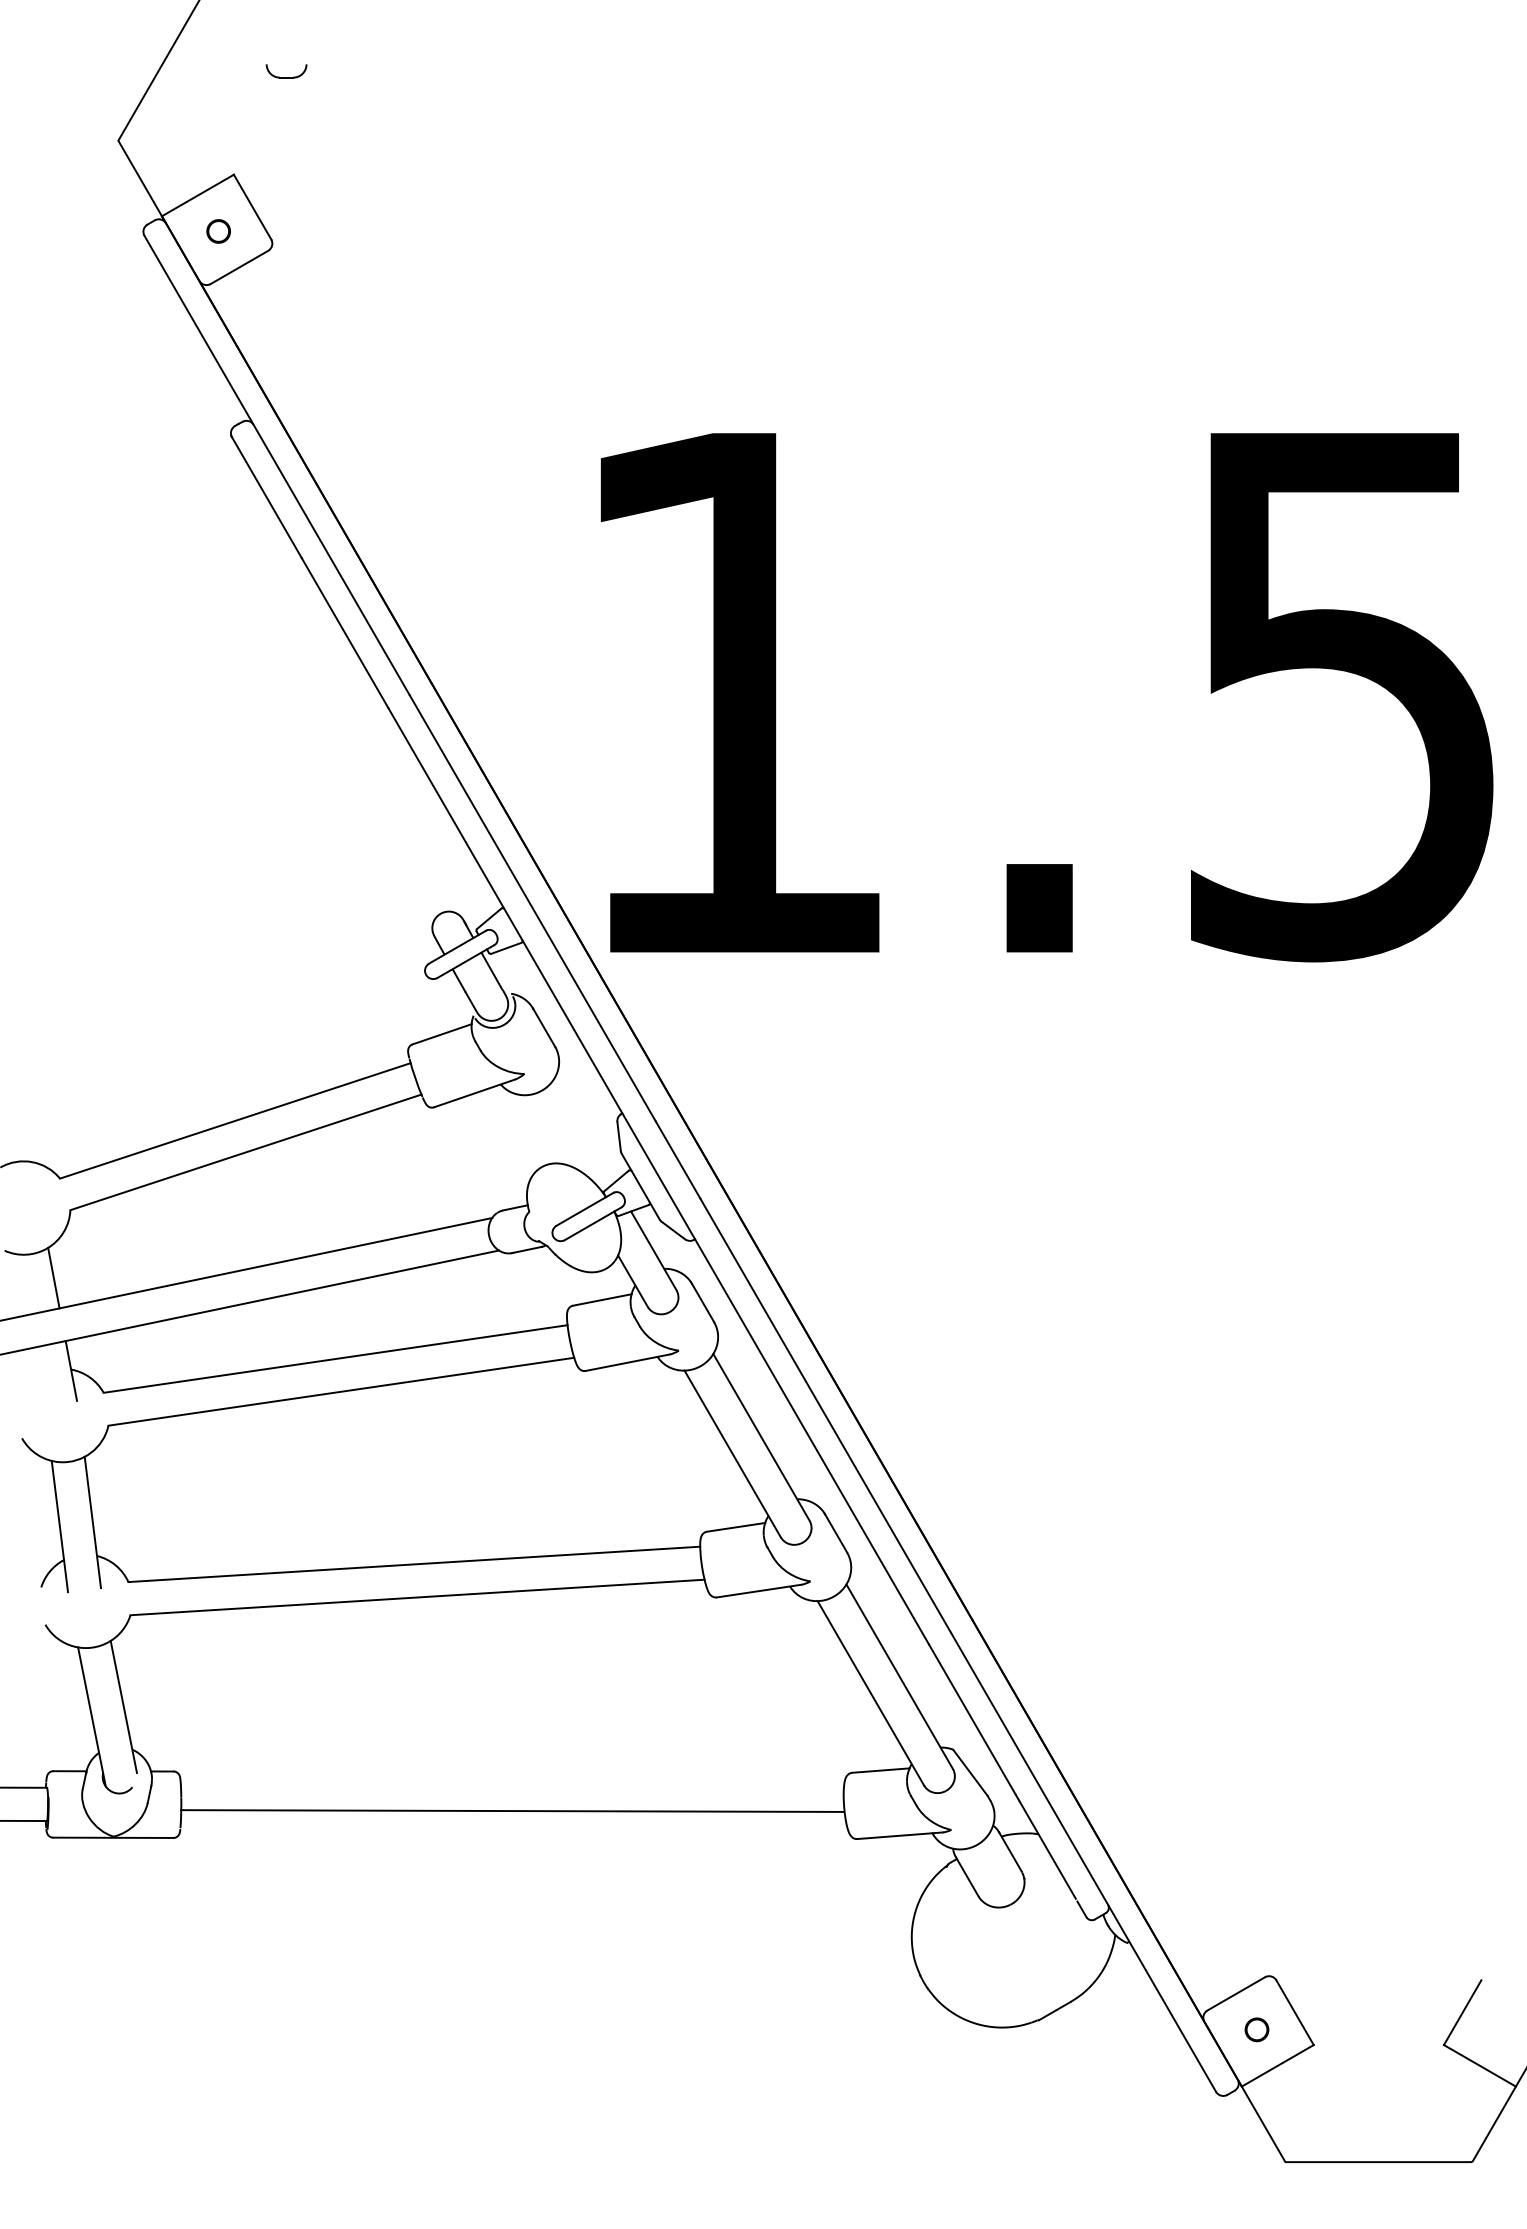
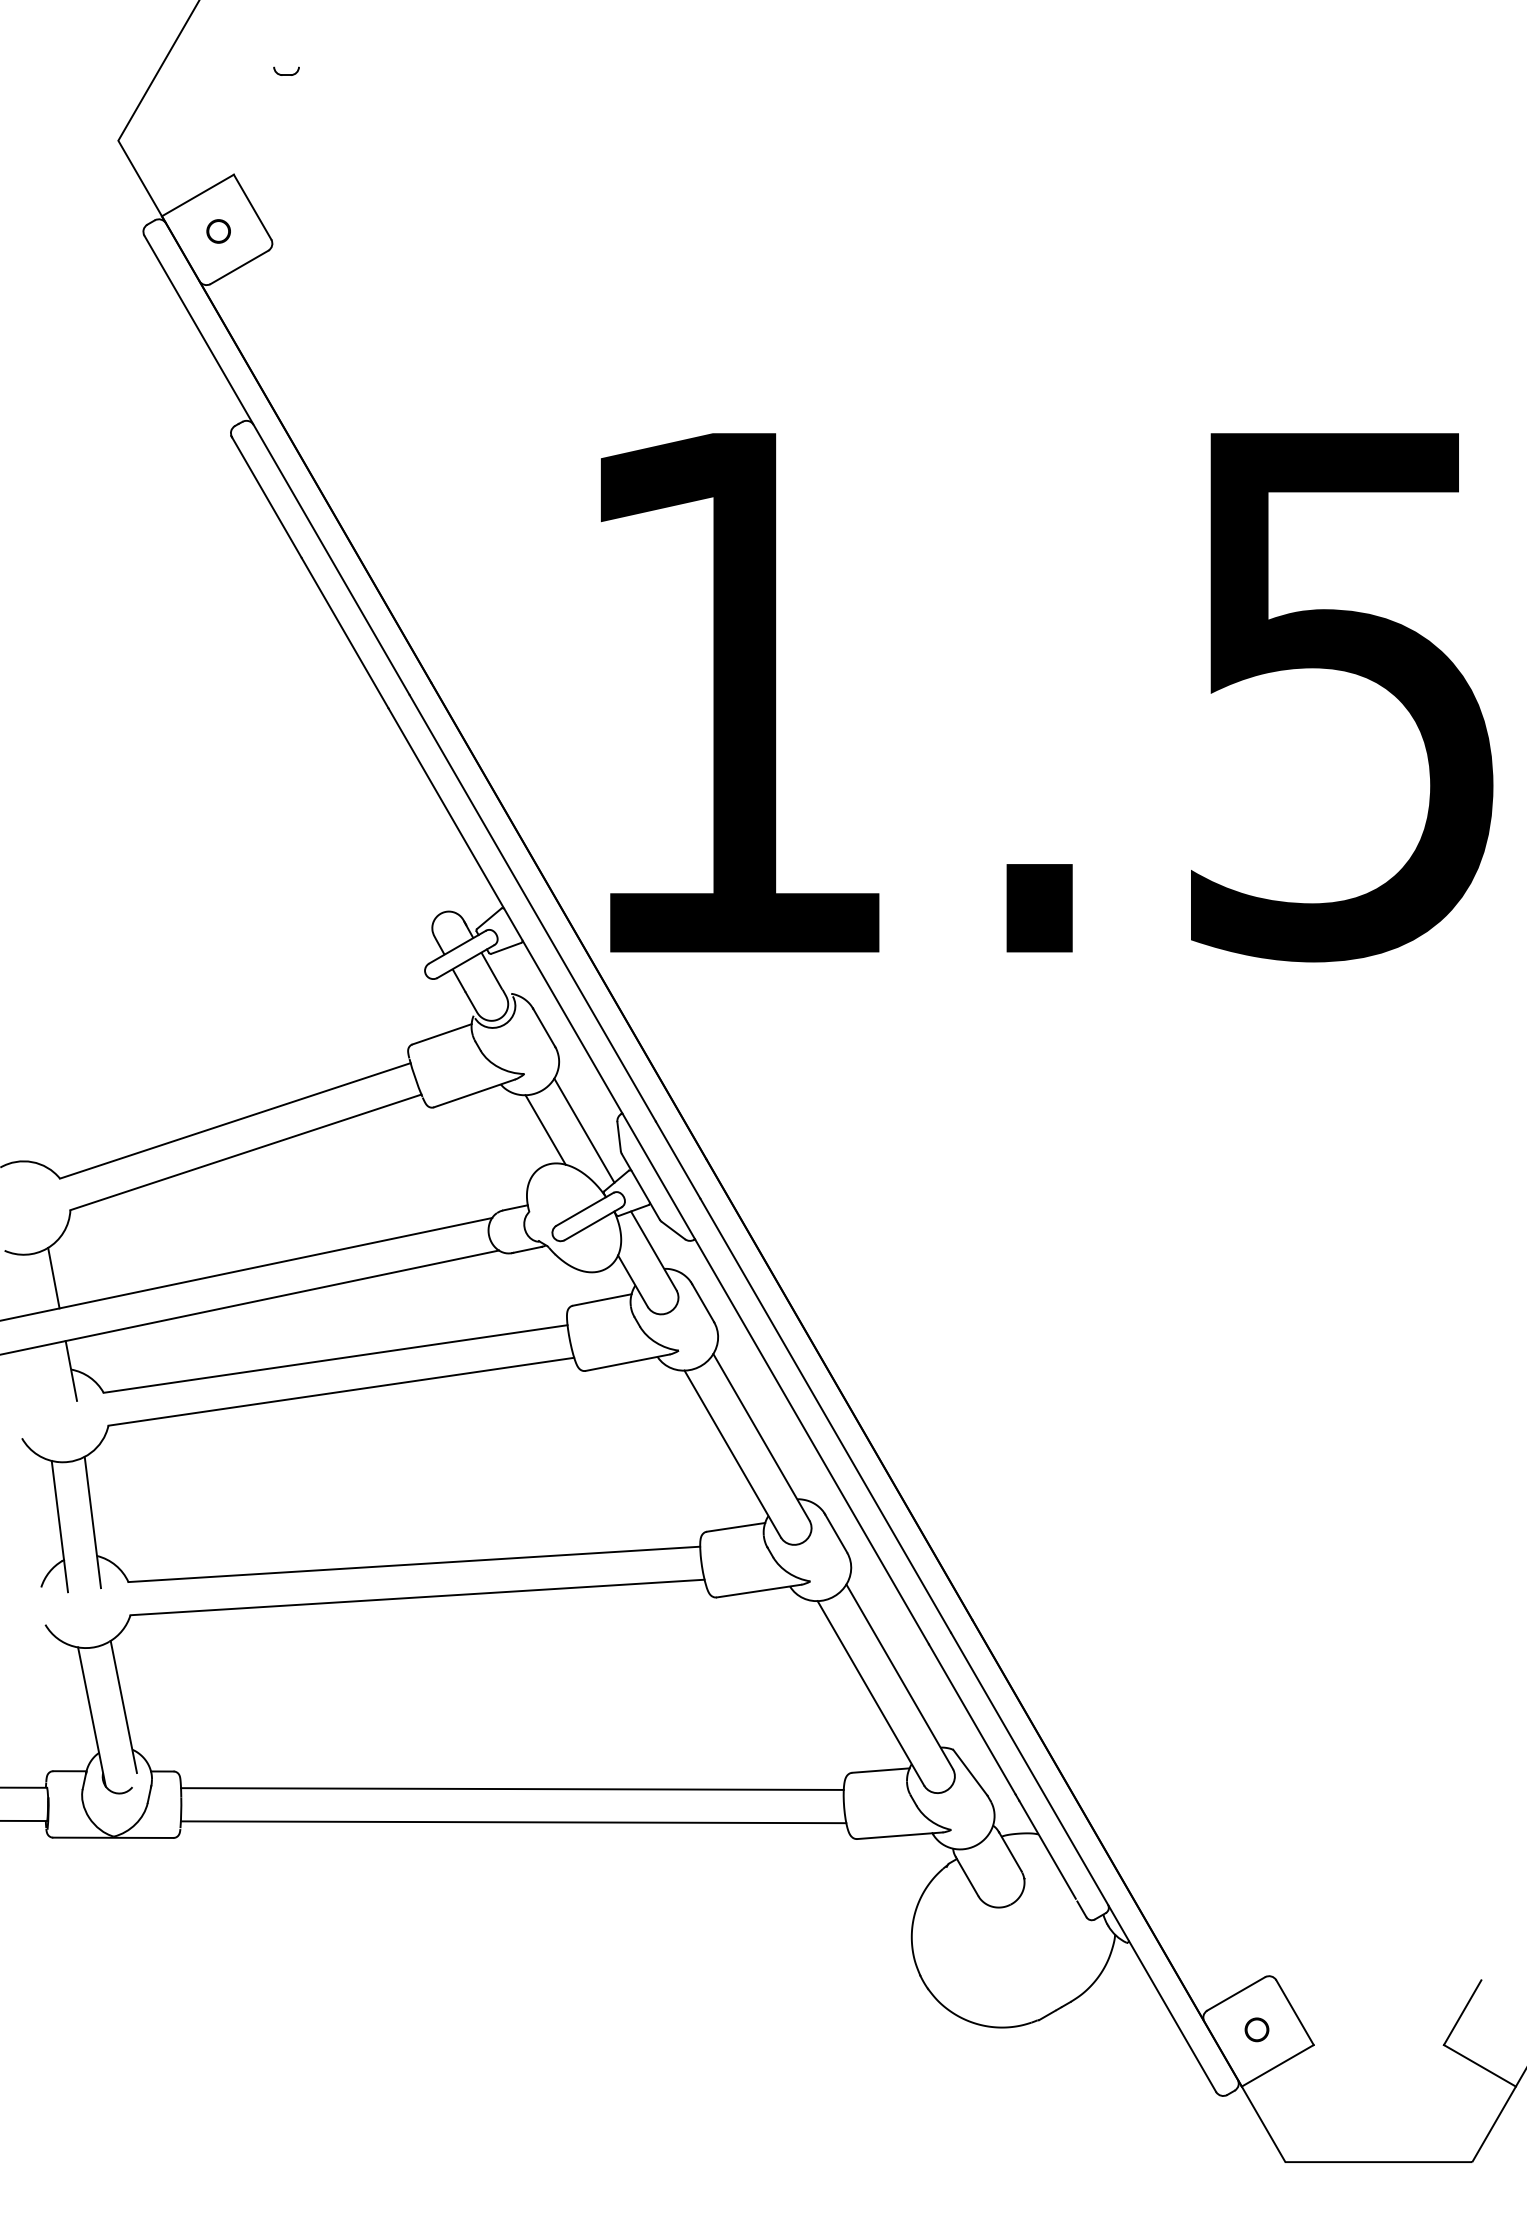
part at (286, 71) size: 43x15 px -> 27x10 px
line at (545, 1129): none -> present
line at (584, 1130): none -> present
line at (512, 1810) position: (512, 1810) -> (512, 1788)
line at (513, 1822): none -> present
